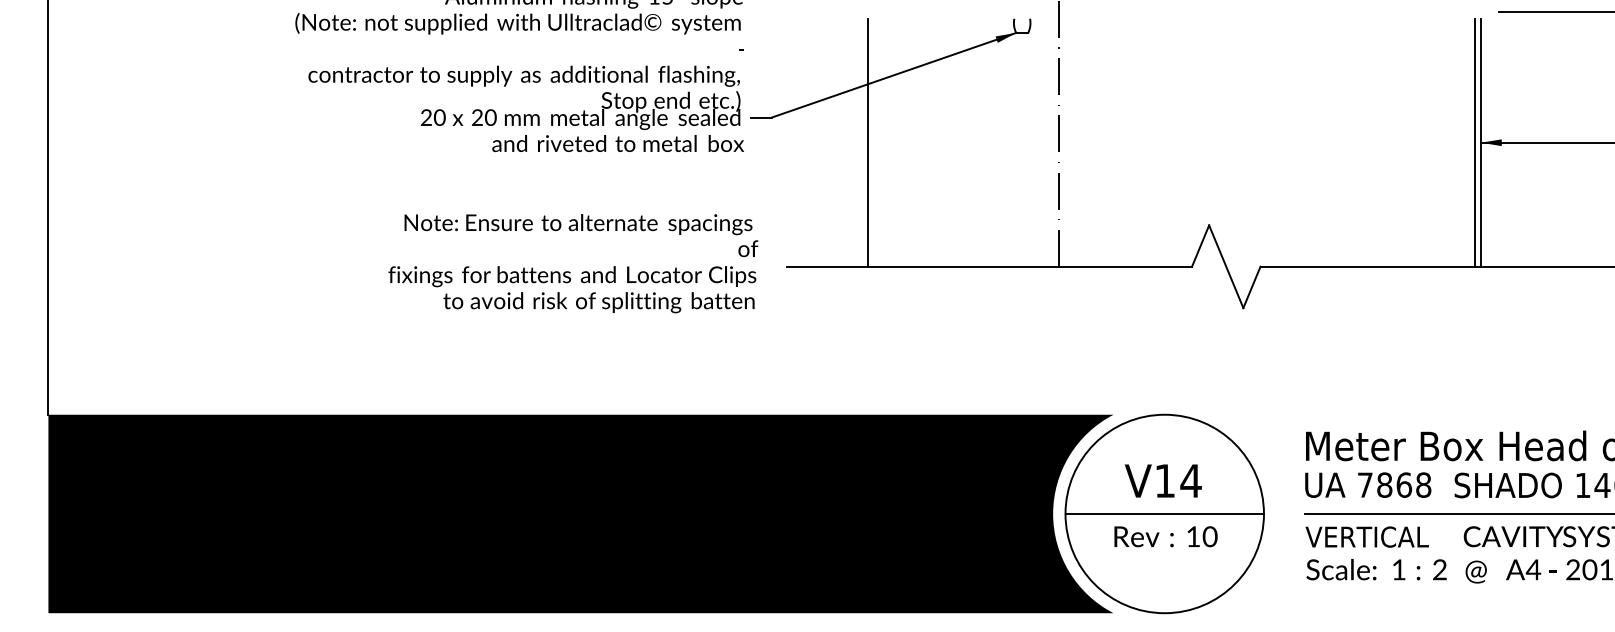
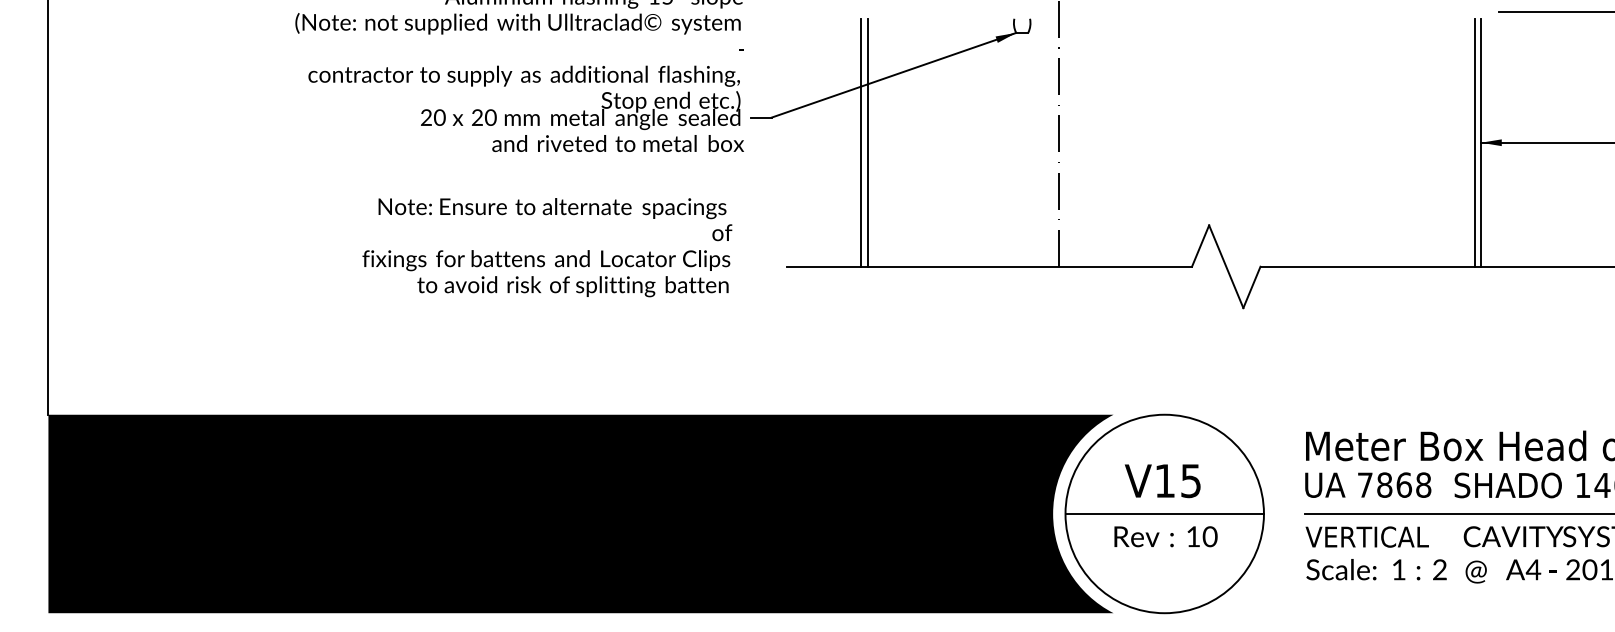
line at (860, 142): none -> present
text at (573, 263) position: (573, 263) -> (547, 247)
text at (1190, 481): V14 -> V15
